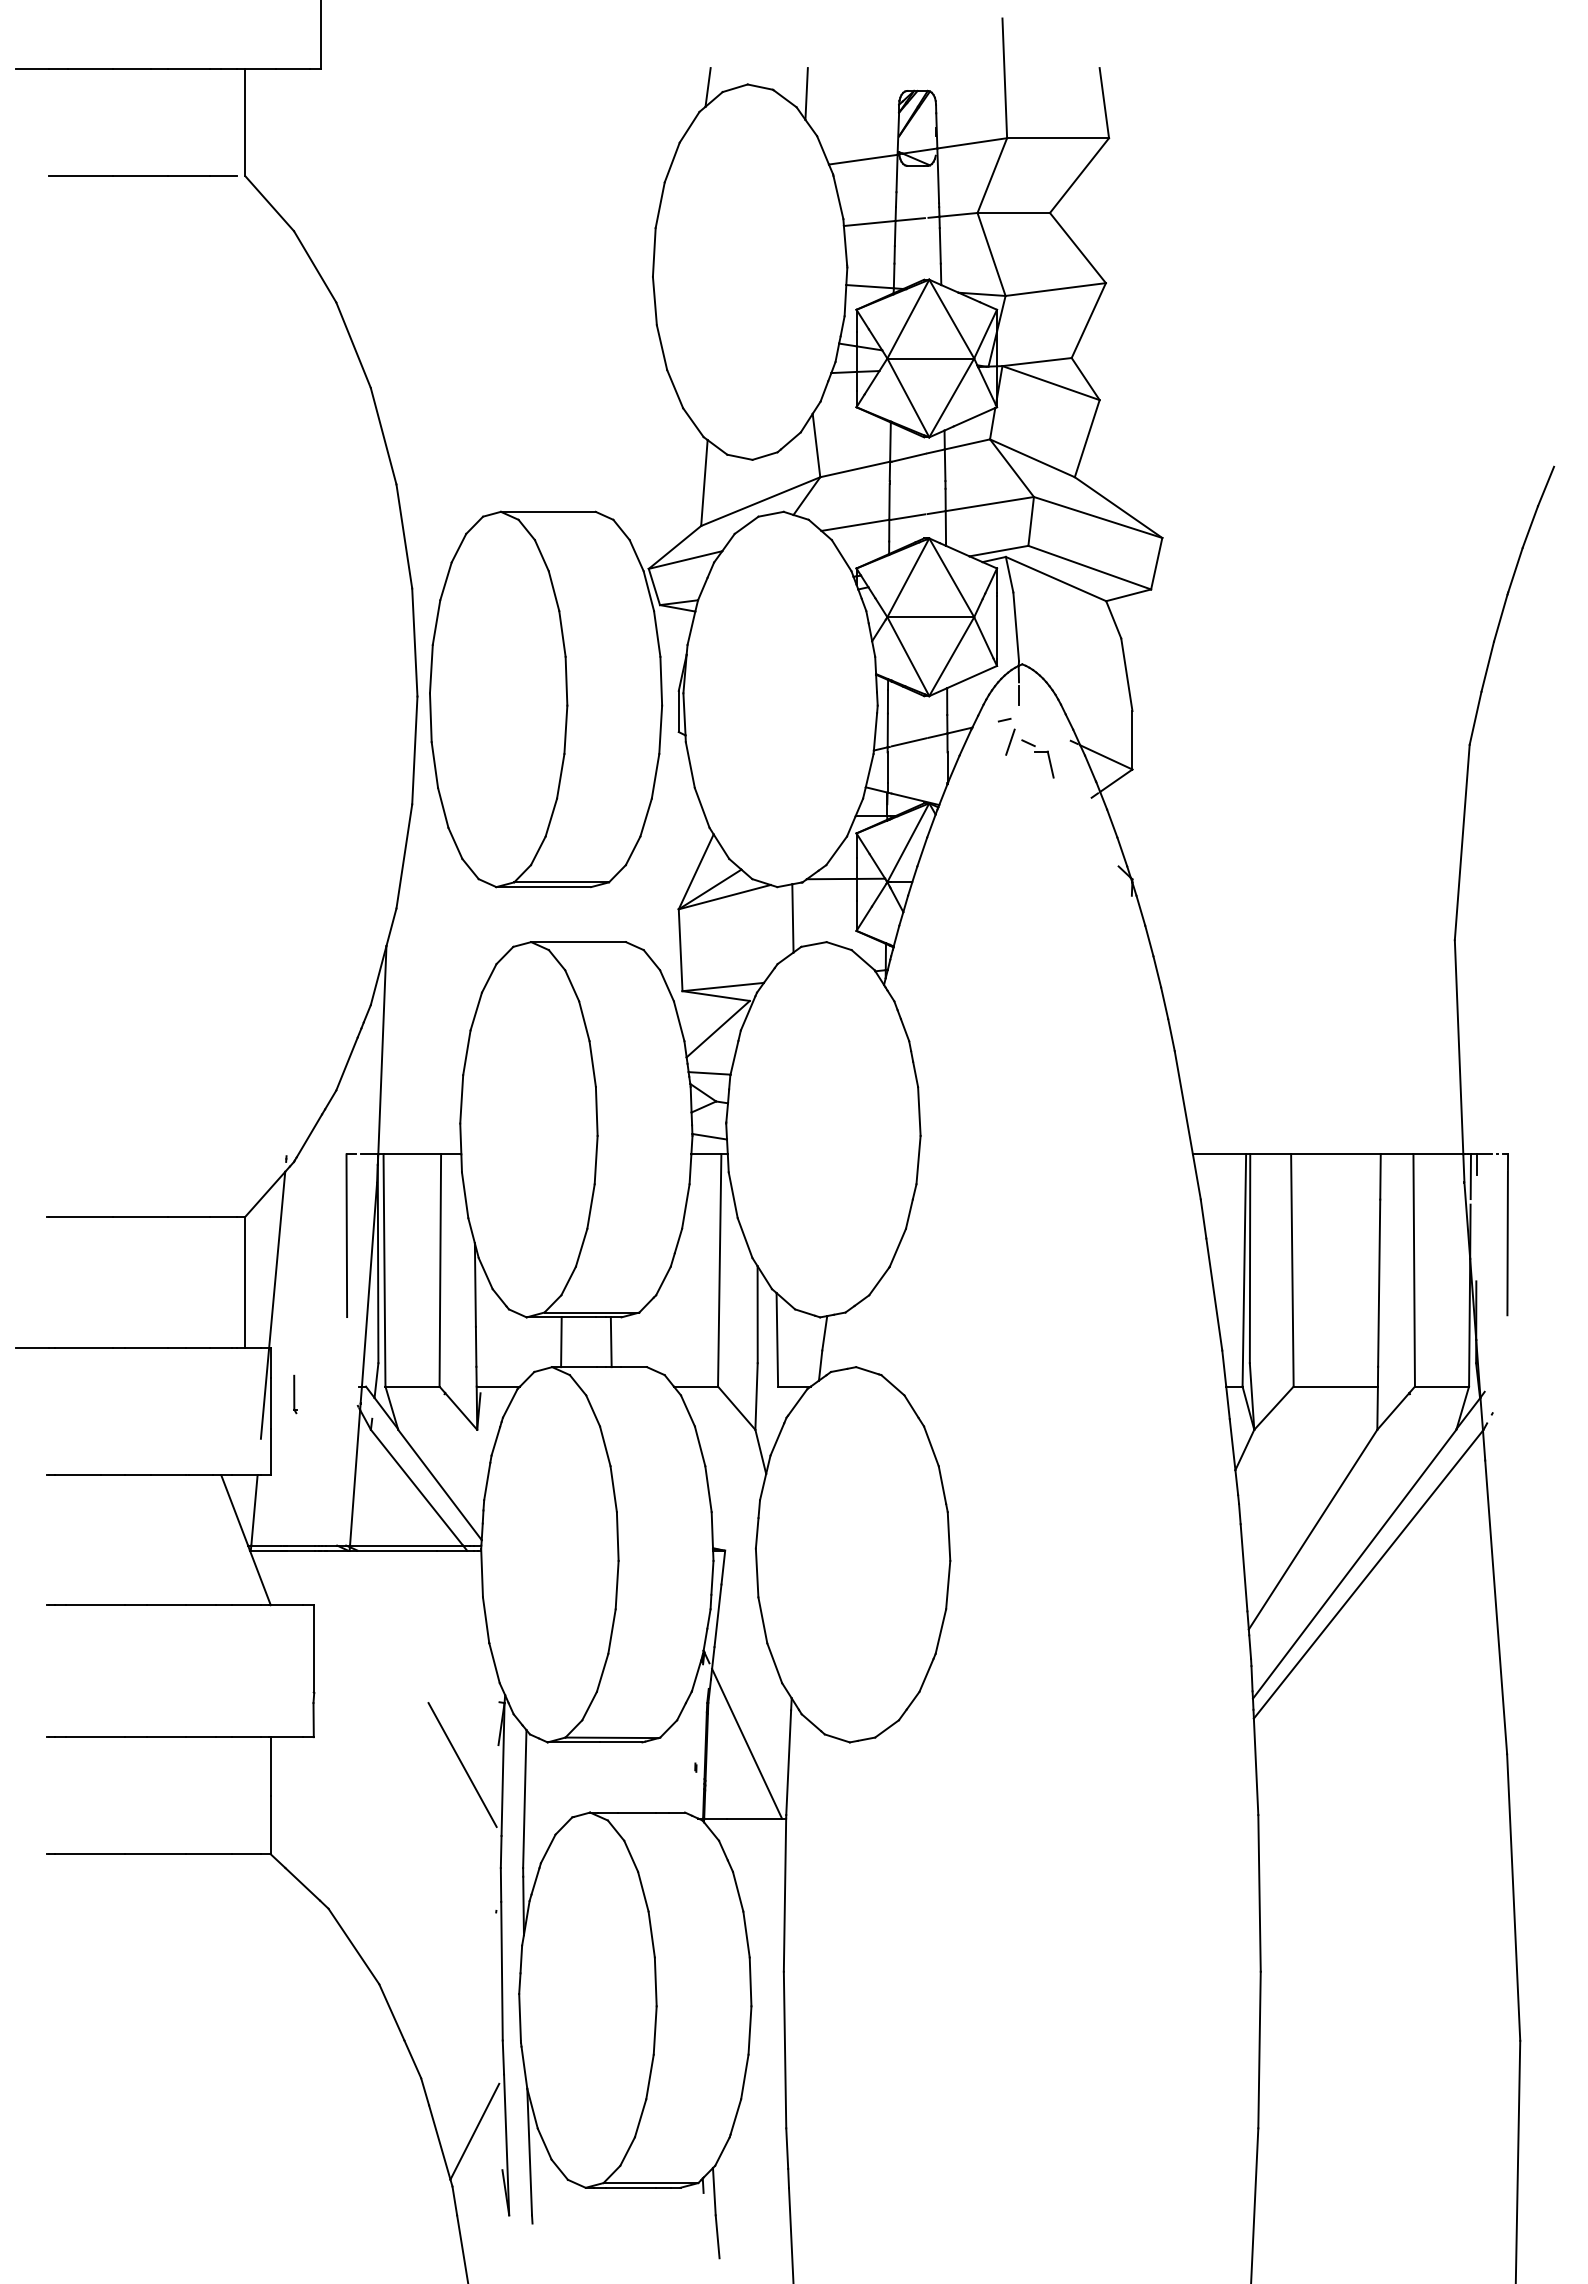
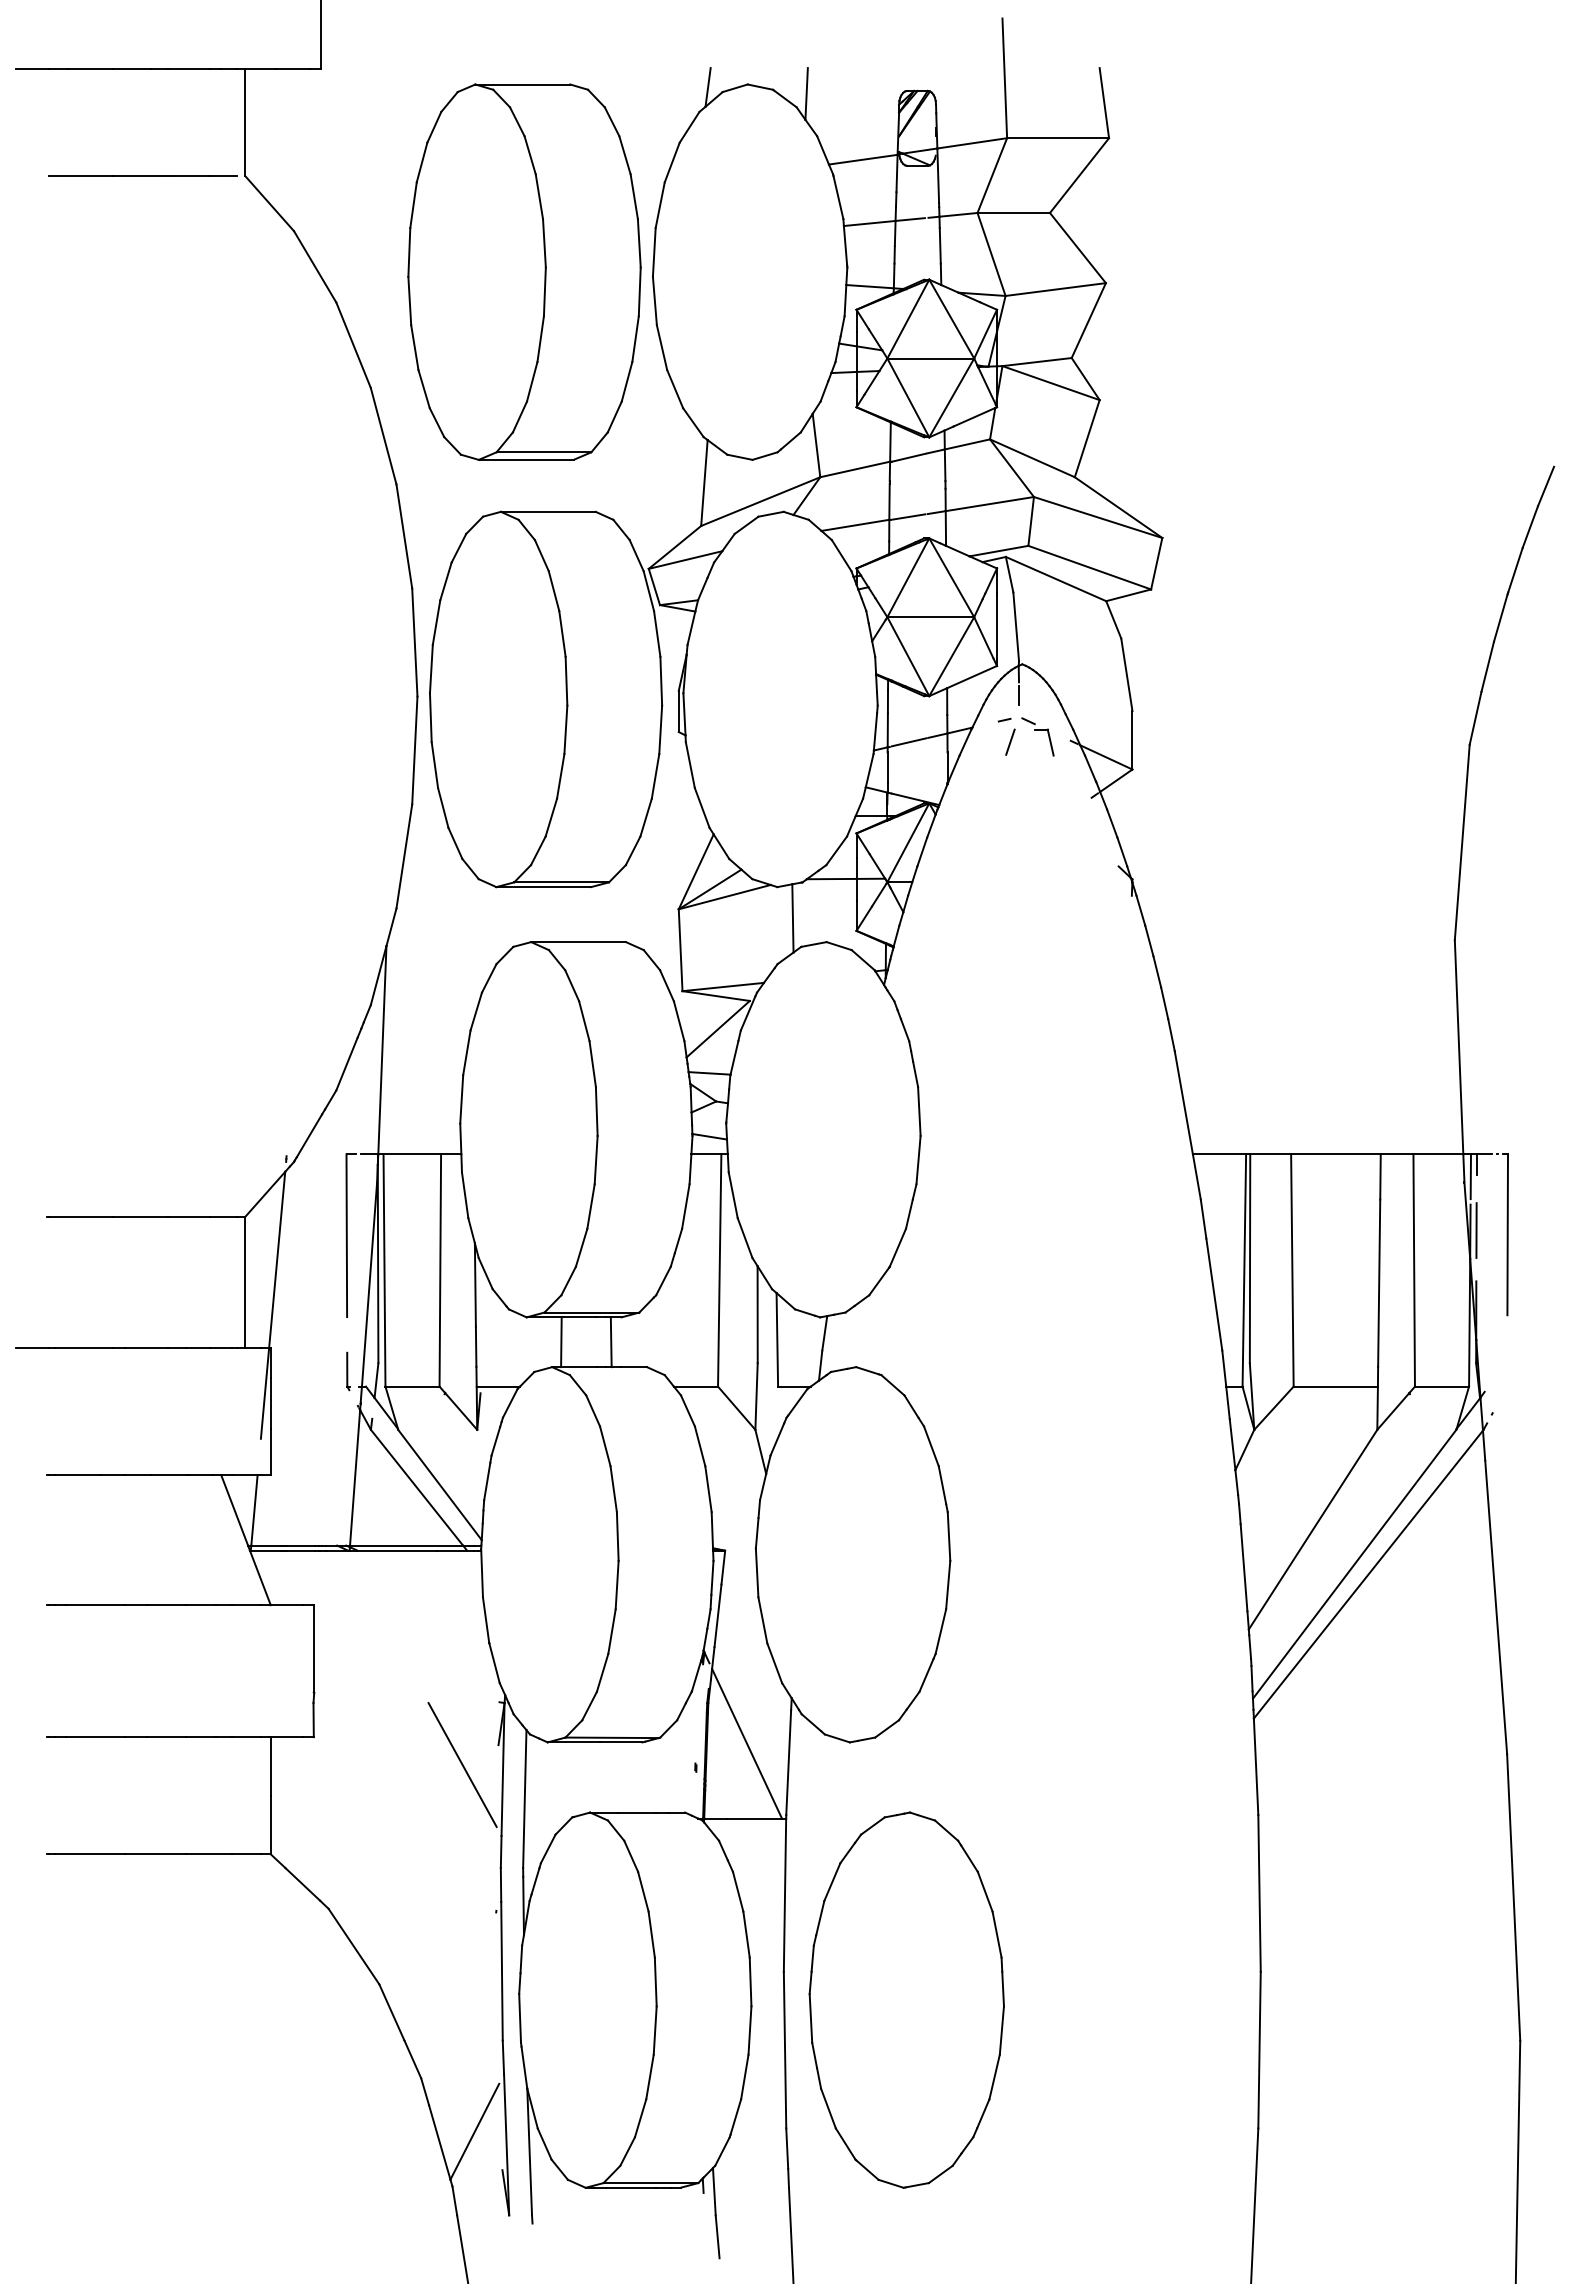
part at (524, 271): none -> present
part at (1037, 758) position: (1037, 758) -> (1037, 736)
line at (1476, 1230): none -> present
part at (295, 1394) position: (295, 1394) -> (348, 1371)
part at (906, 1999): none -> present
